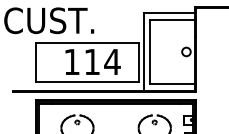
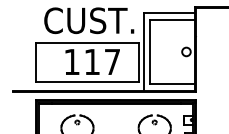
text at (49, 20) position: (49, 20) -> (89, 20)
text at (112, 61): 114 -> 117
